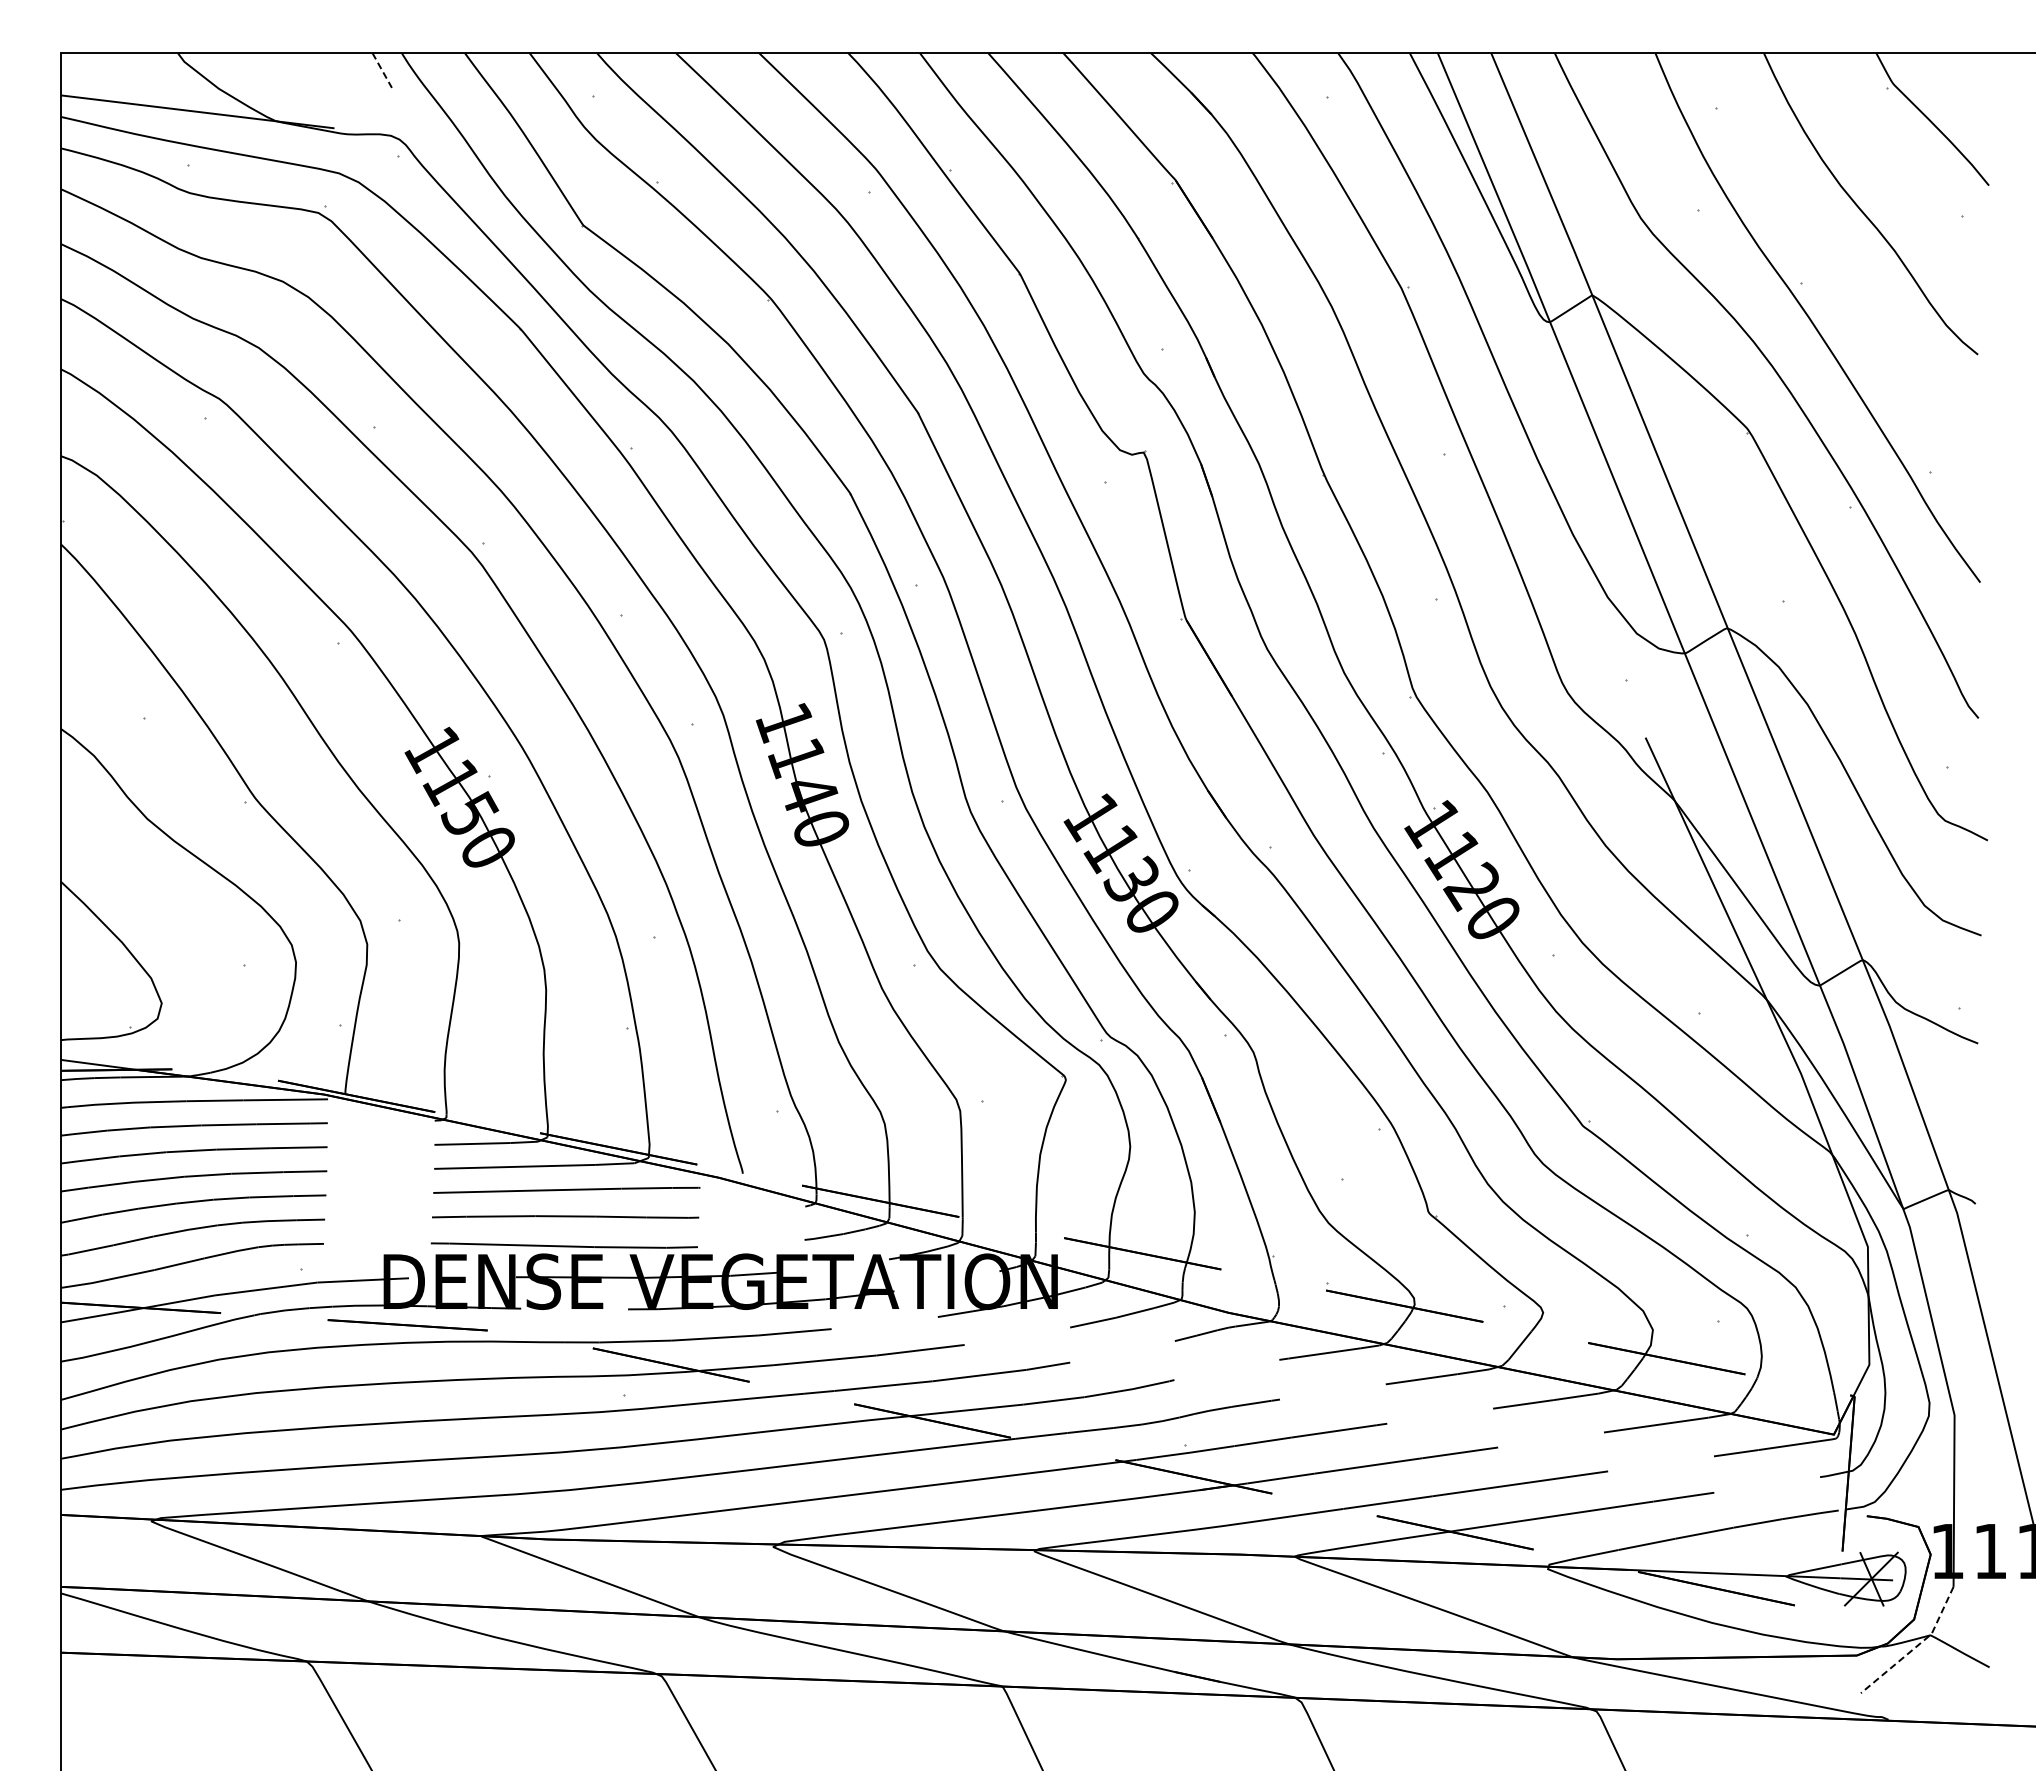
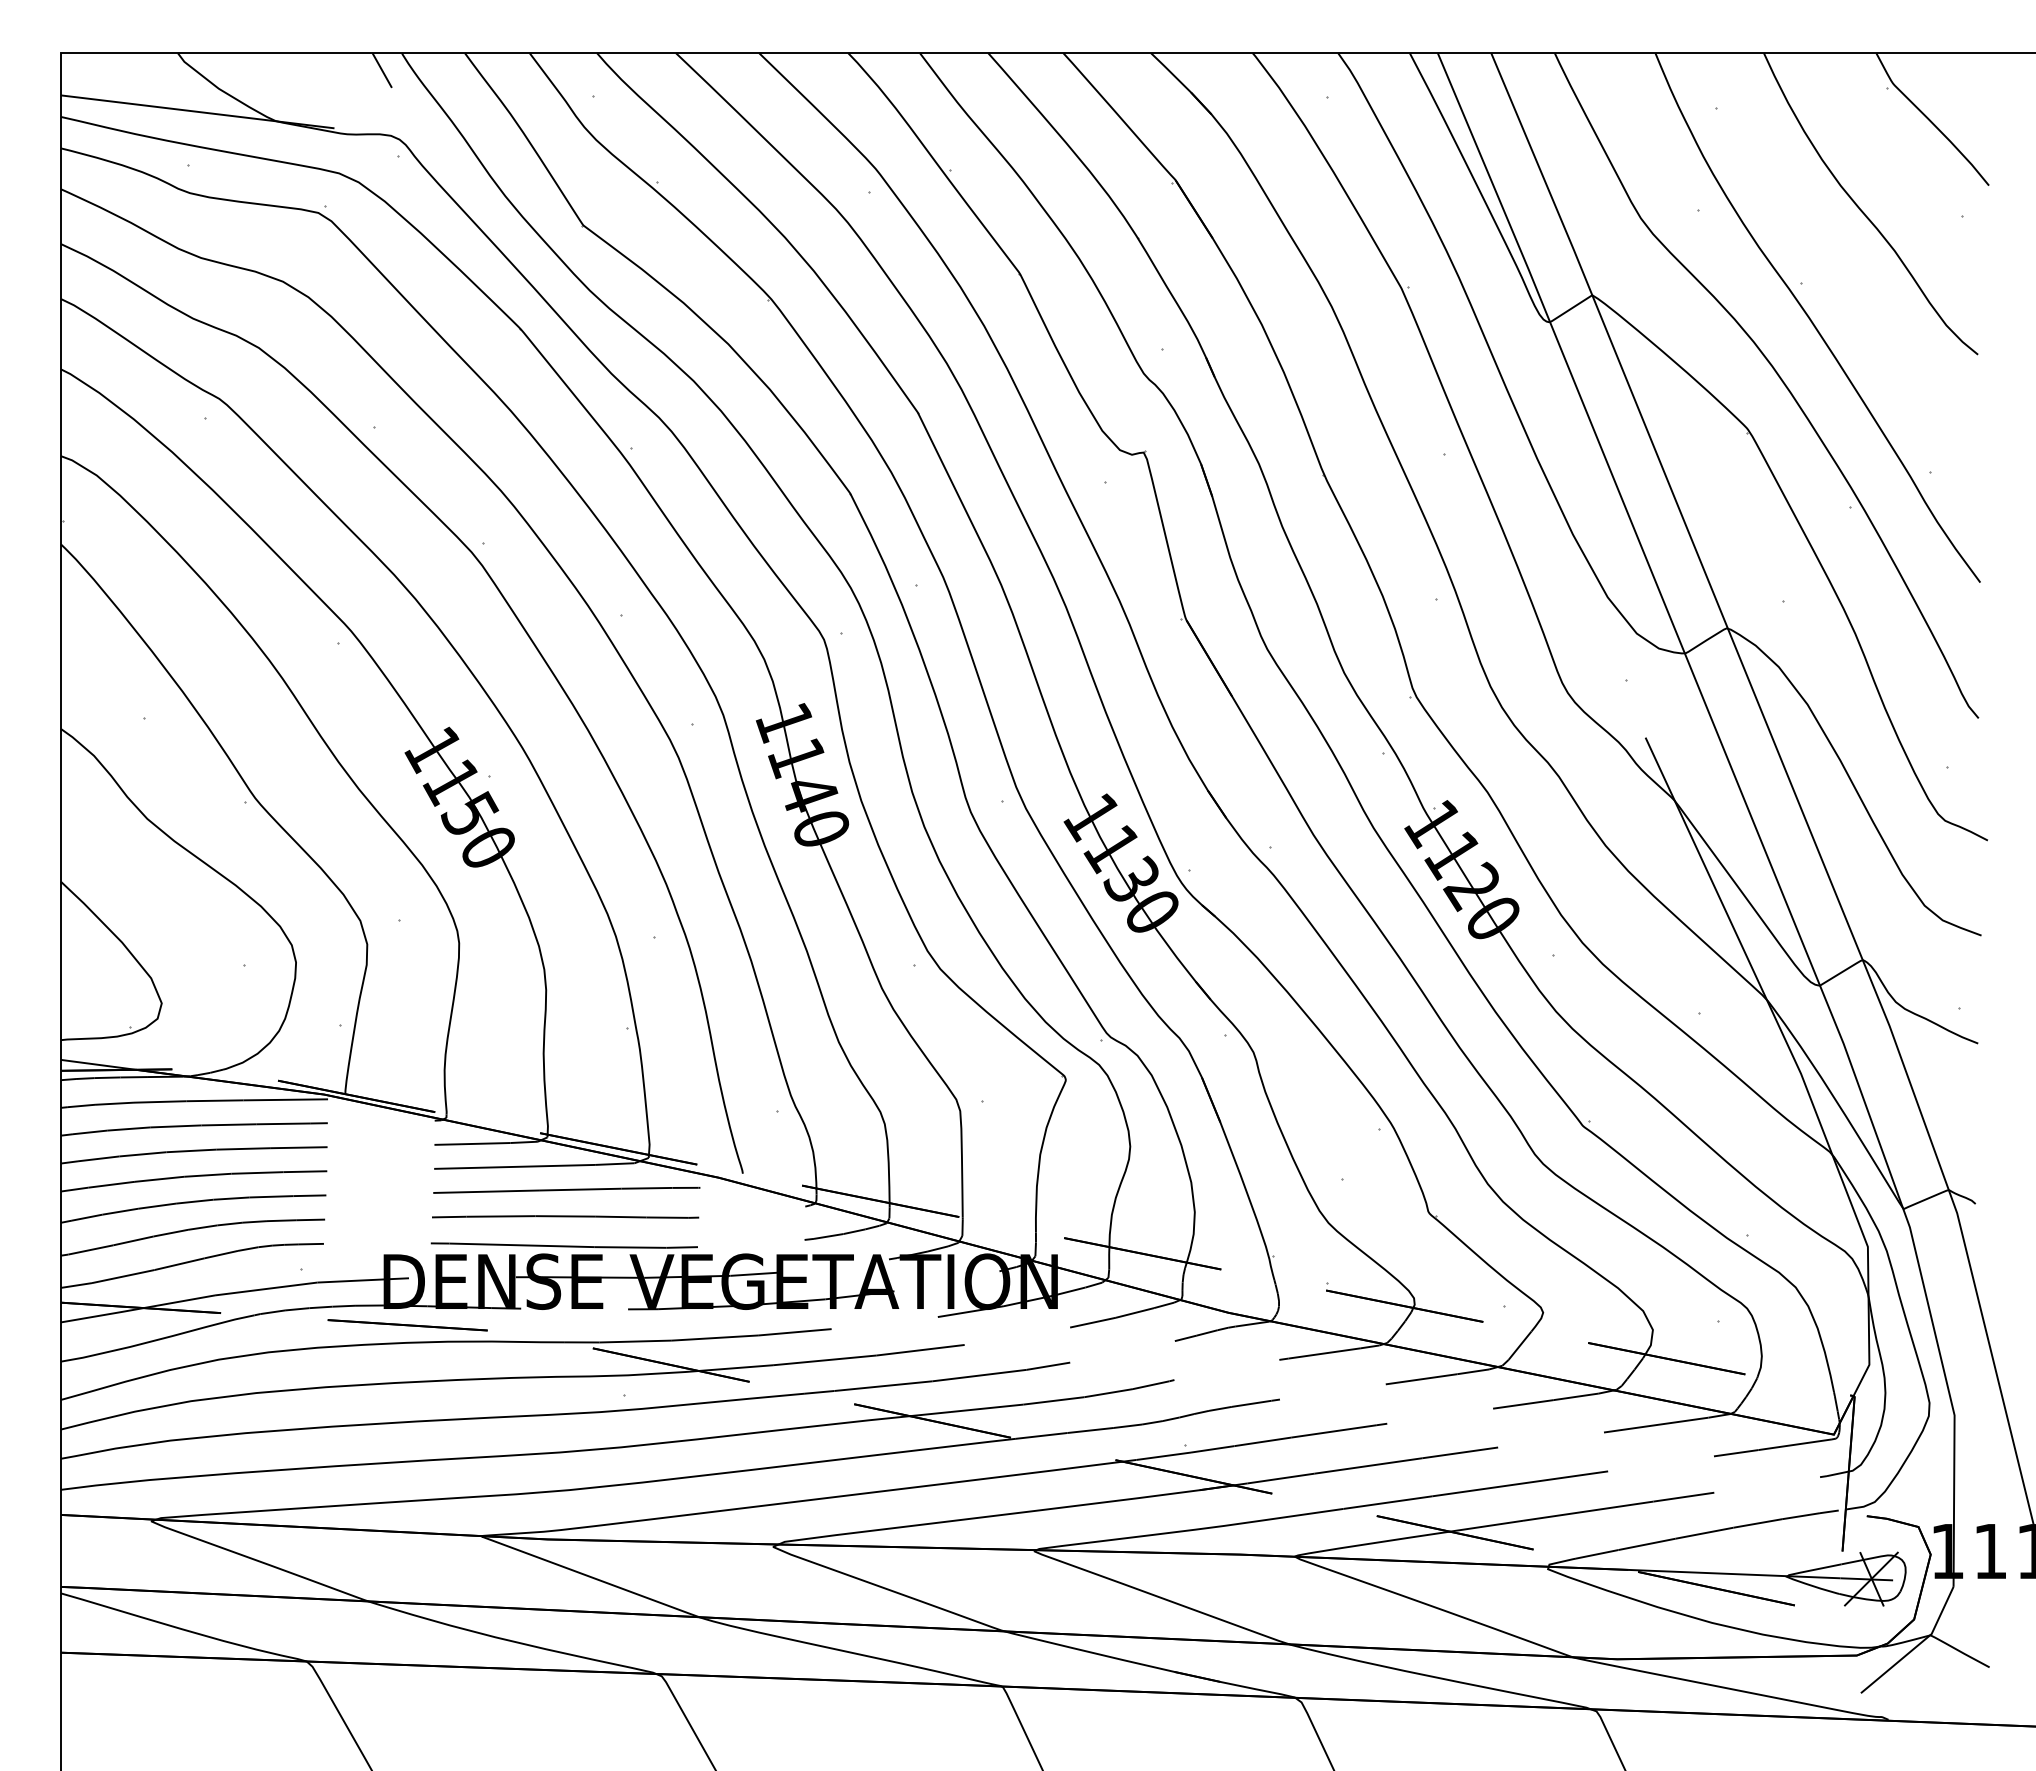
line at (382, 70): dashed -> solid
line at (1916, 1646): dashed -> solid
